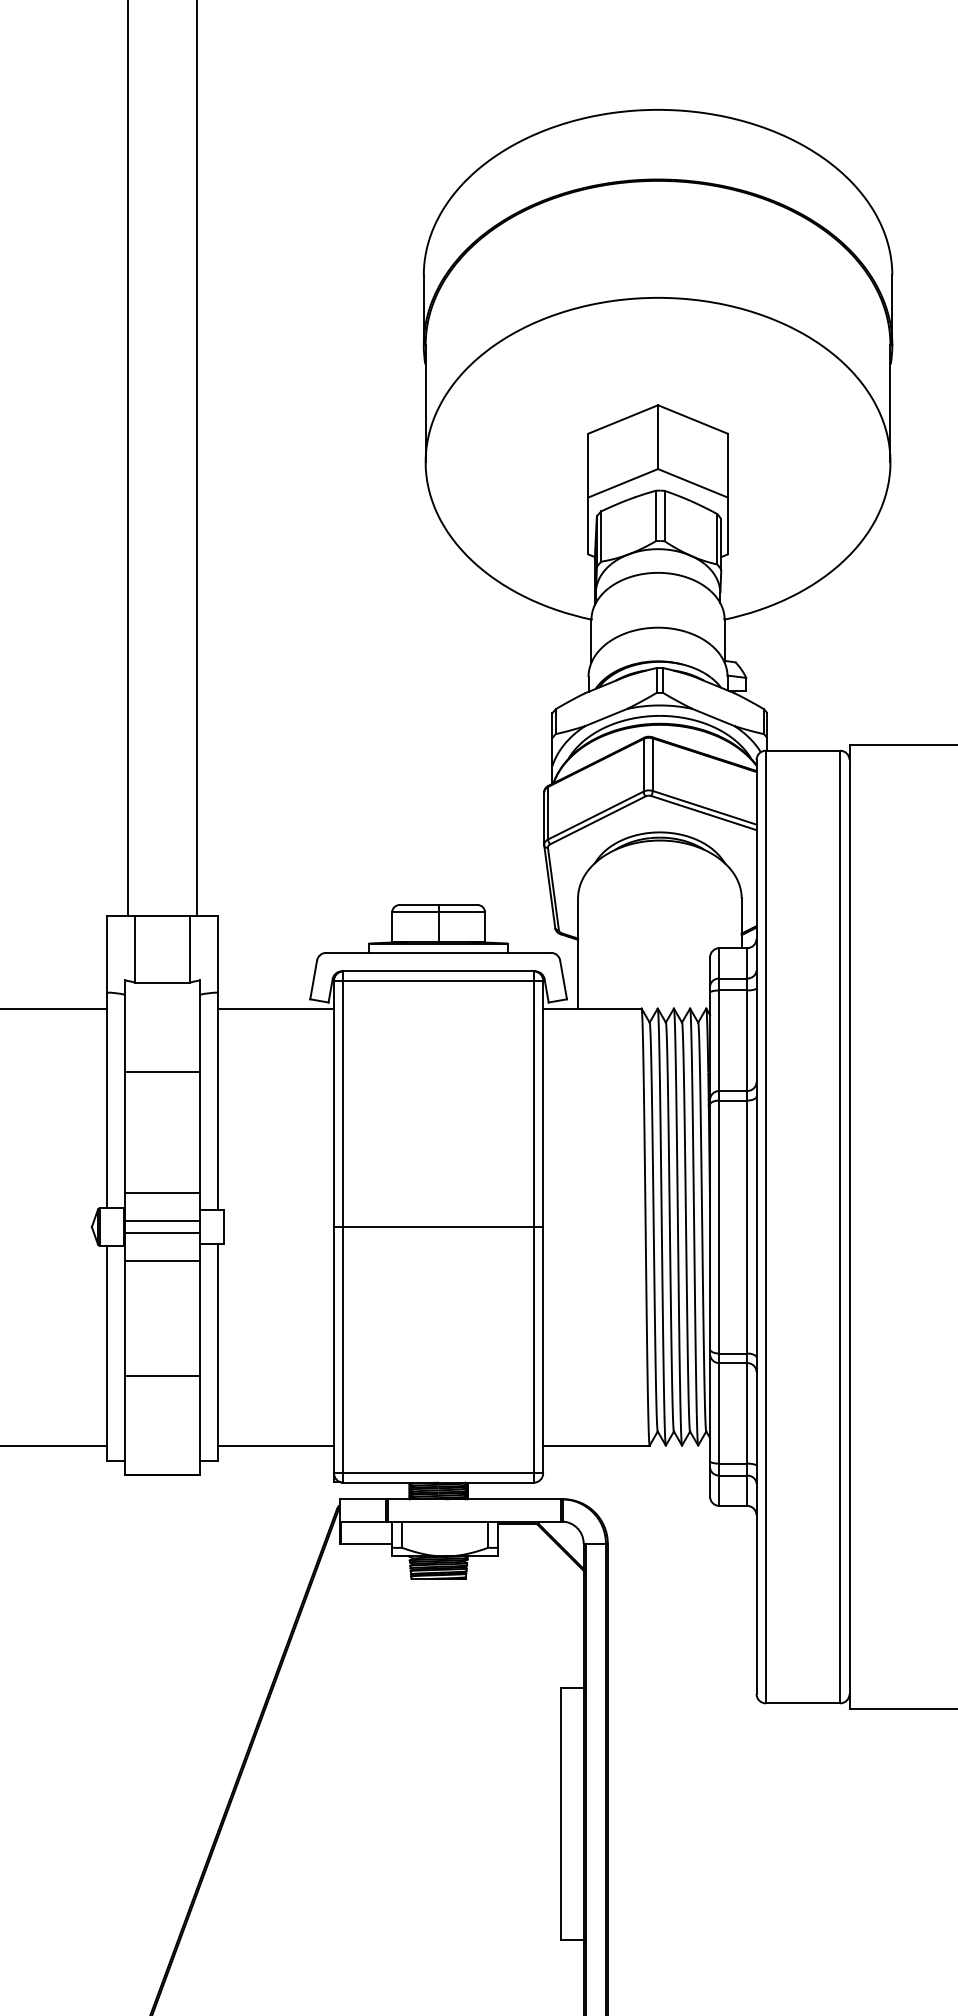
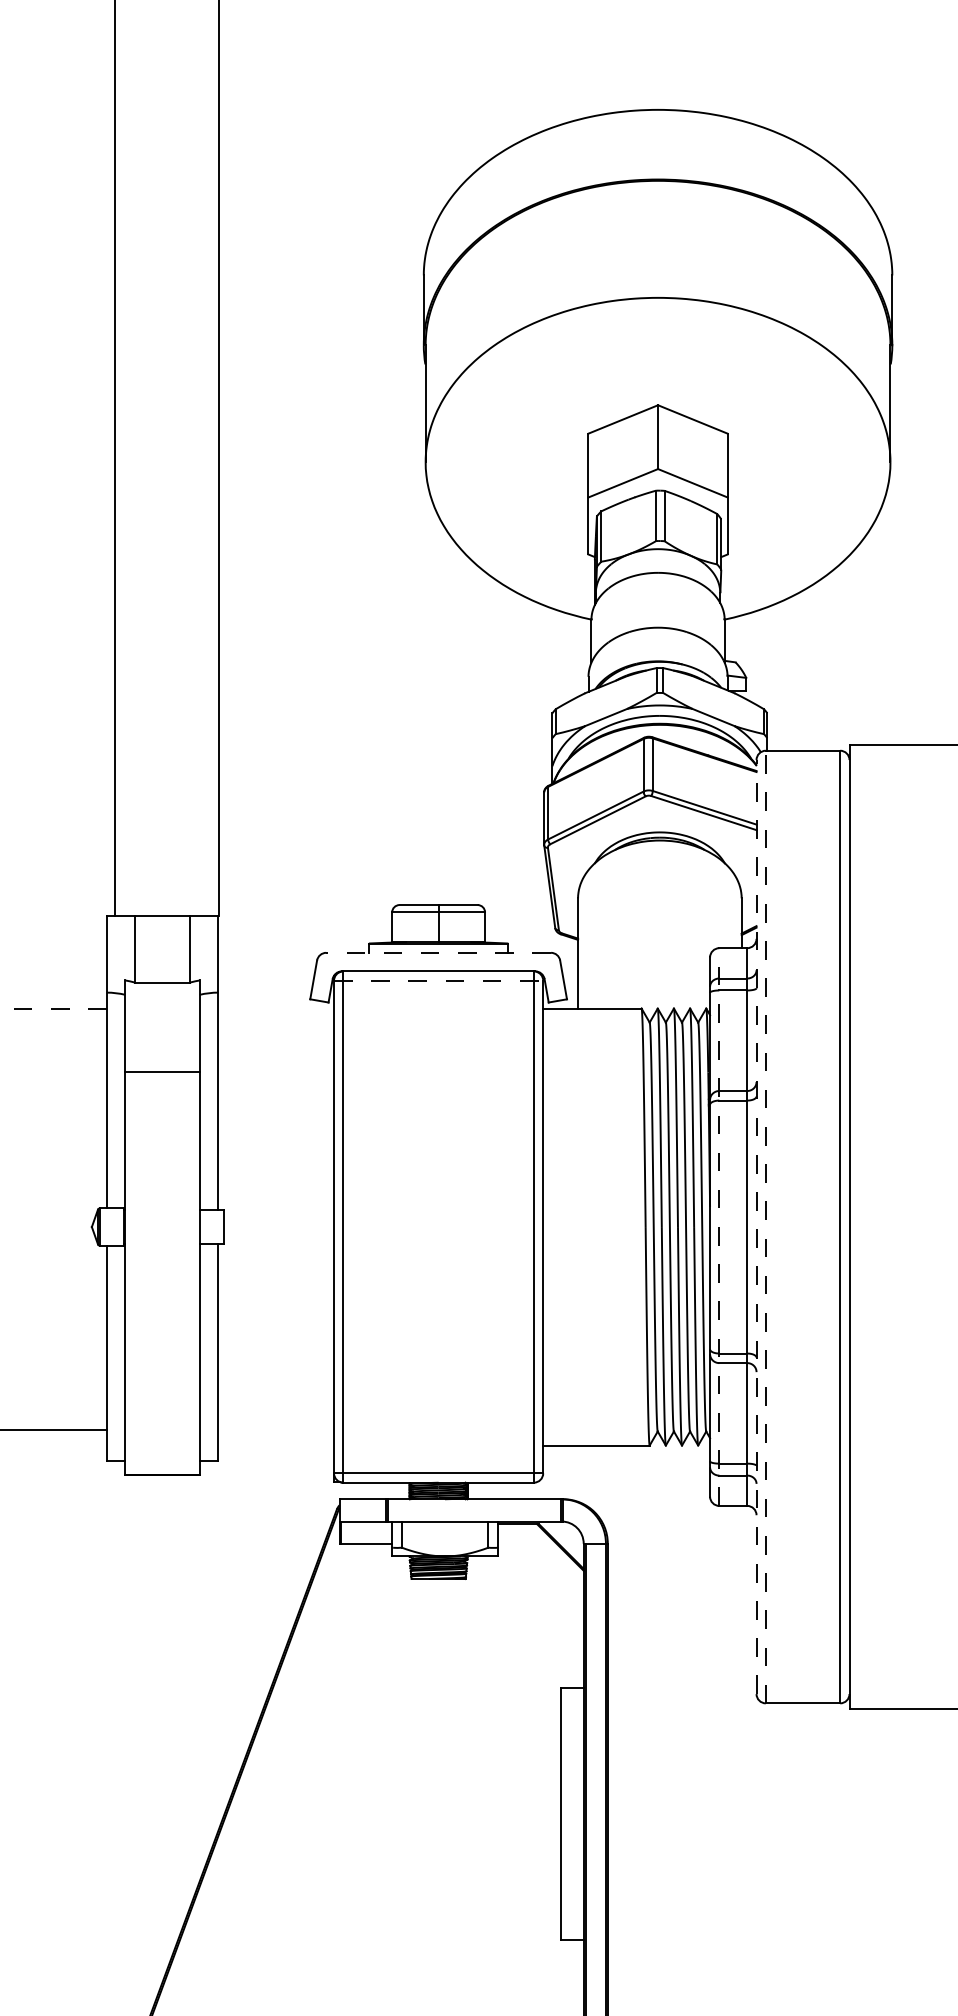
line at (127, 458) position: (127, 458) -> (114, 458)
line at (197, 458) position: (197, 458) -> (219, 458)
line at (438, 952): solid -> dashed
line at (438, 980): solid -> dashed
line at (53, 1008): solid -> dashed
line at (276, 1008): present -> none
line at (162, 1193): present -> none
line at (162, 1221): present -> none
line at (756, 1226): solid -> dashed
line at (765, 1226): solid -> dashed
line at (438, 1227): present -> none
line at (719, 1227): solid -> dashed
line at (162, 1233): present -> none
line at (162, 1261): present -> none
line at (162, 1376): present -> none
line at (54, 1445) position: (54, 1445) -> (54, 1429)
line at (276, 1445): present -> none
